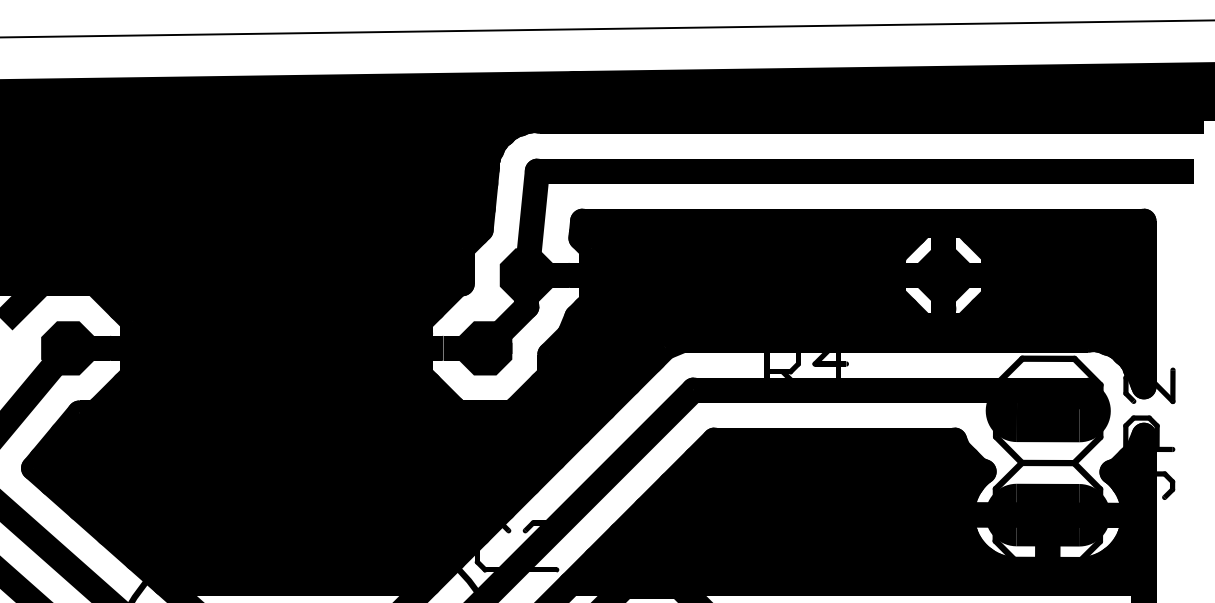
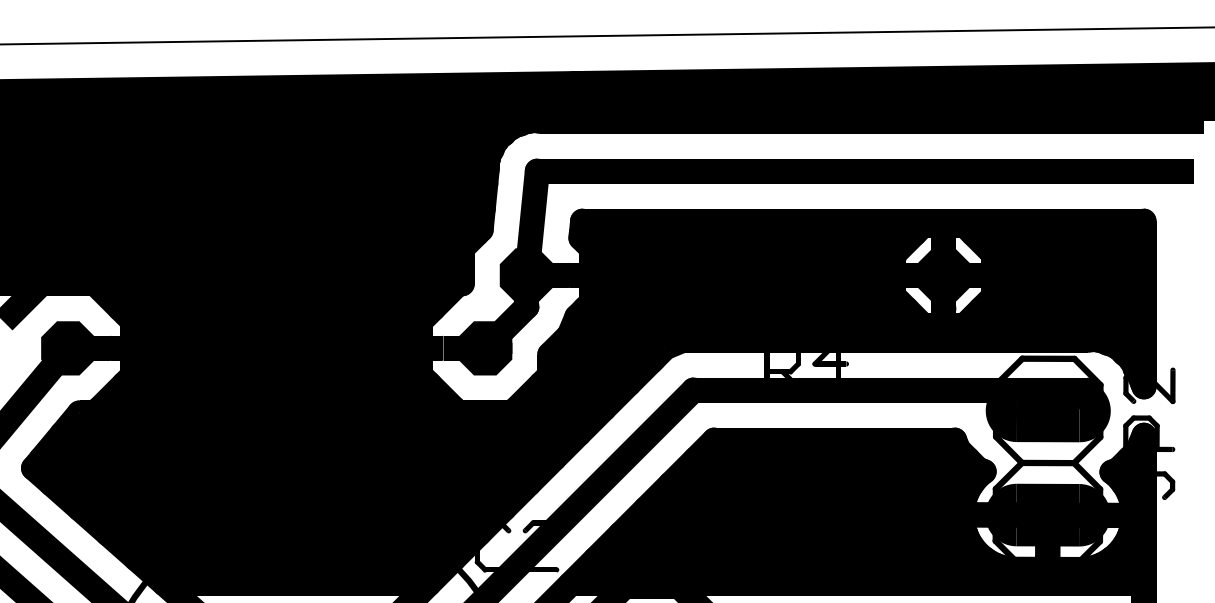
line at (606, 28) position: (606, 28) -> (606, 35)
